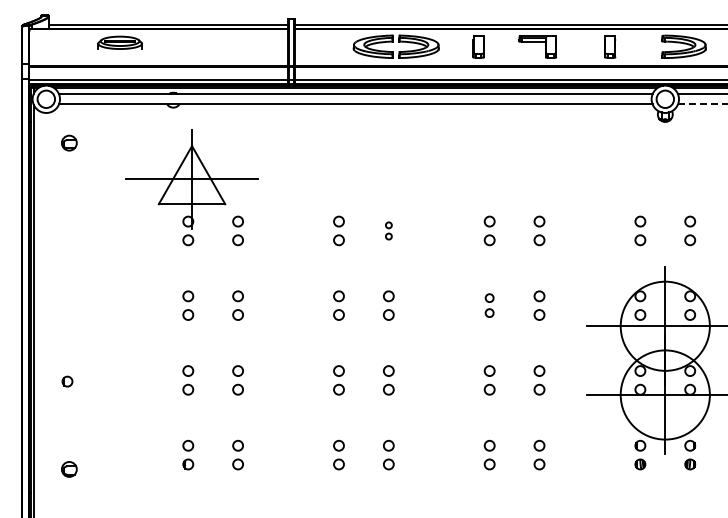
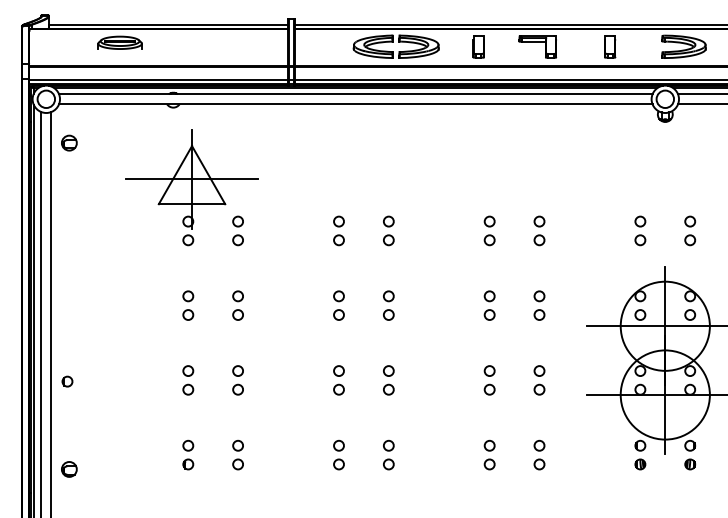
line at (703, 104): dashed -> solid
part at (388, 230) size: 8x20 px -> 12x32 px
part at (489, 305) size: 11x25 px -> 13x31 px
line at (41, 313): none -> present
line at (51, 313): none -> present
